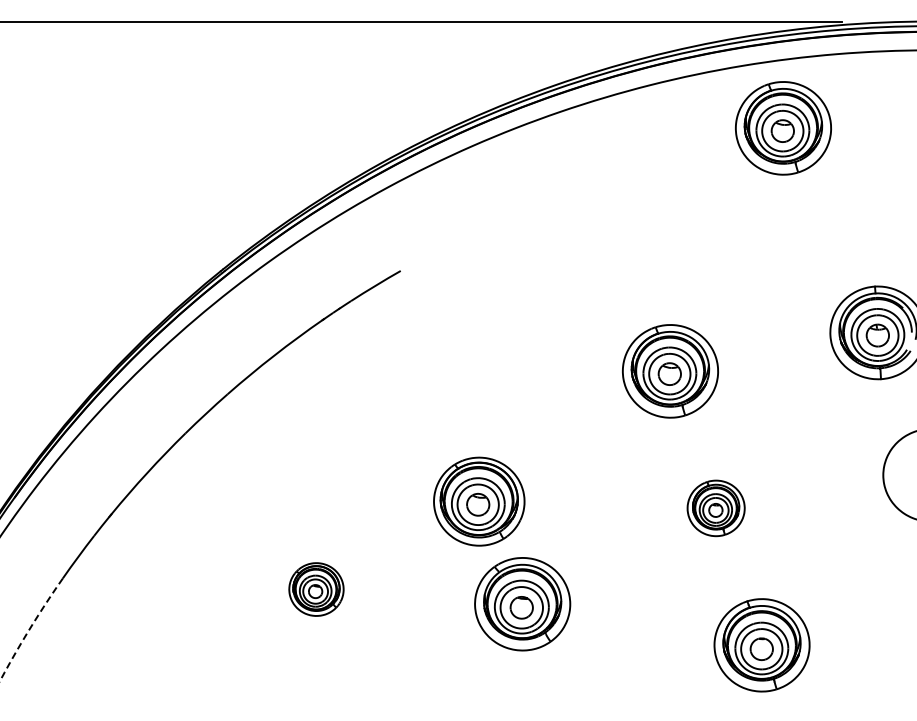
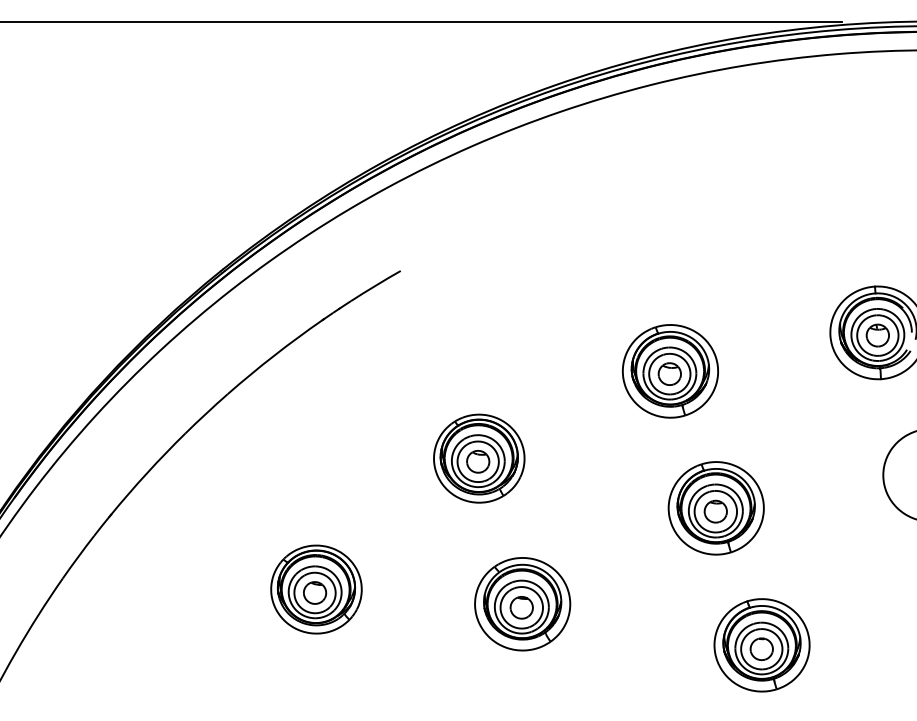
part at (783, 128): present -> none
part at (479, 501) position: (479, 501) -> (479, 458)
part at (715, 508) size: 60x59 px -> 98x95 px
part at (316, 589) size: 57x55 px -> 93x91 px
arc at (29, 629): dashed -> solid
